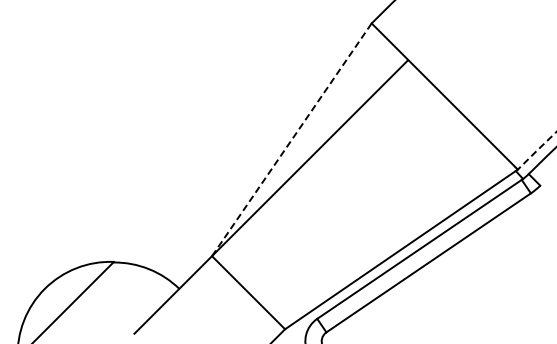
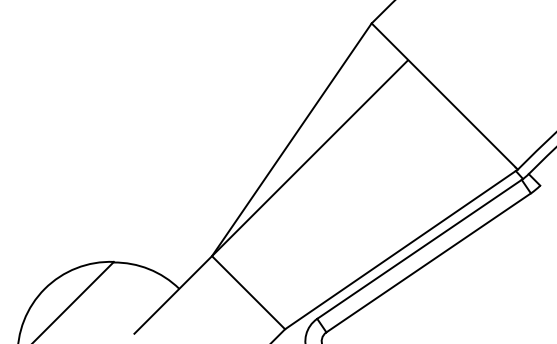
line at (292, 139): dashed -> solid
arc at (537, 150): dashed -> solid
